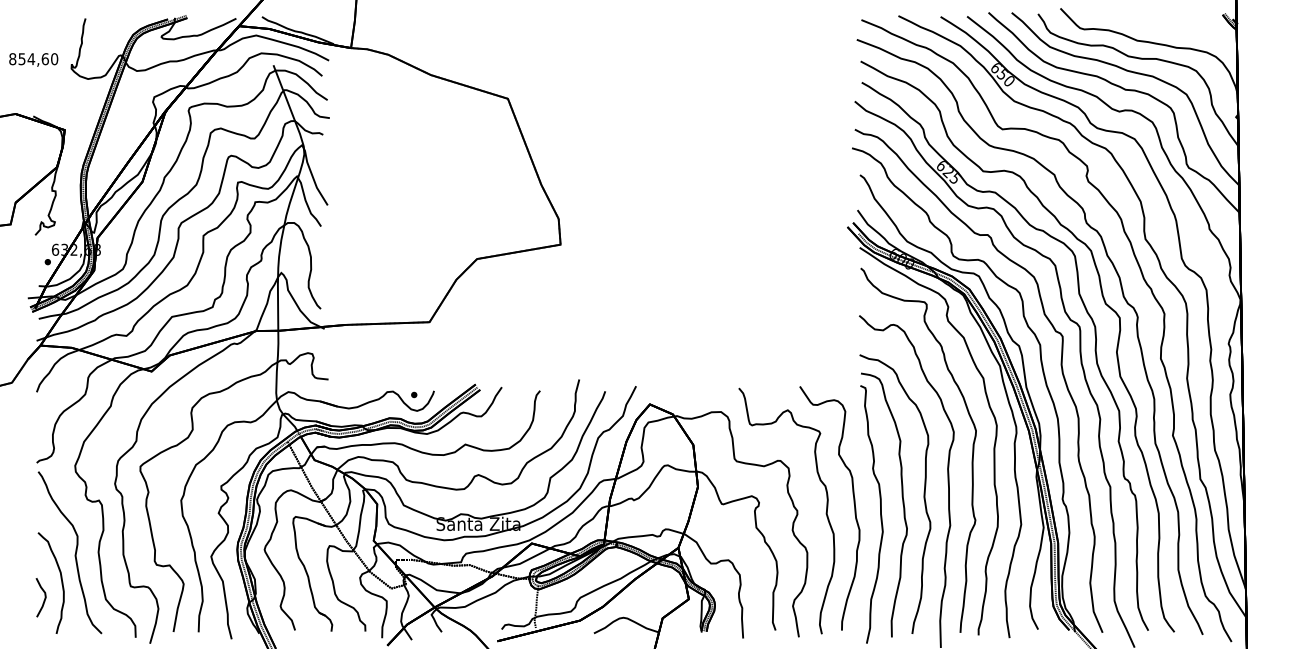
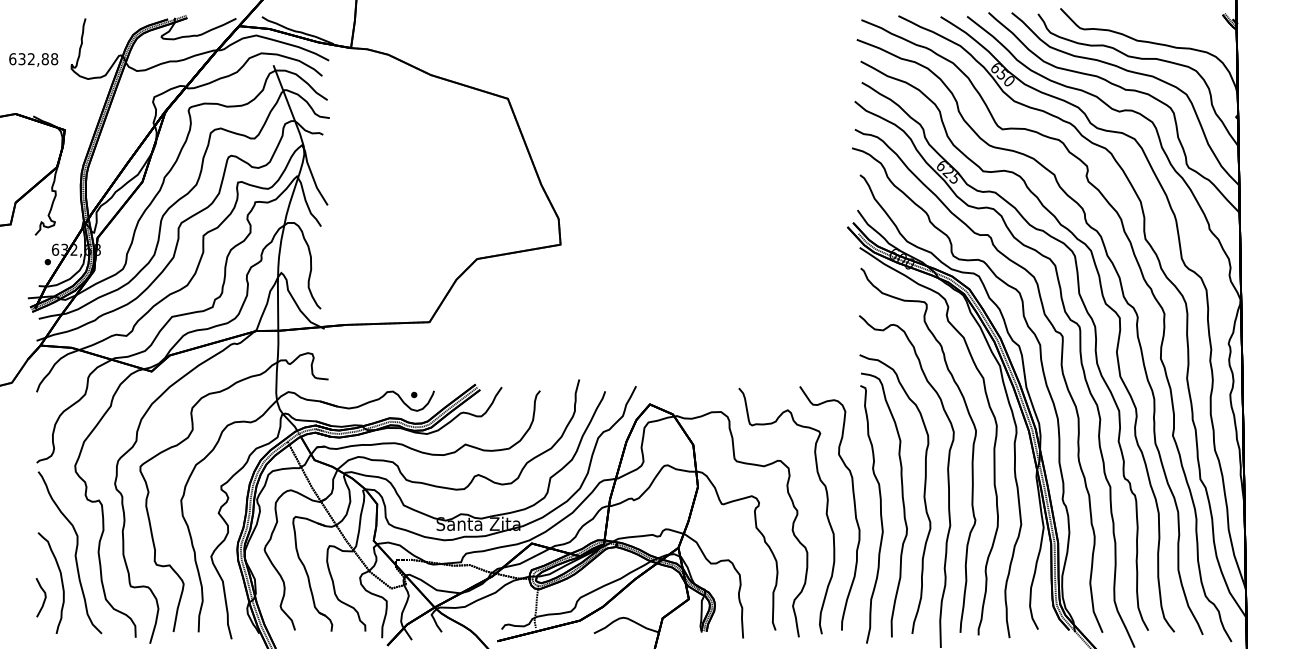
text at (33, 59): 854,60 -> 632,88
